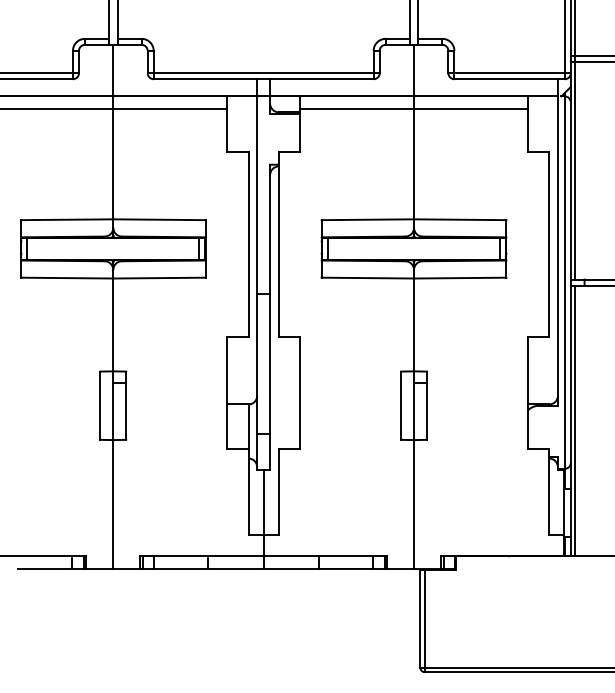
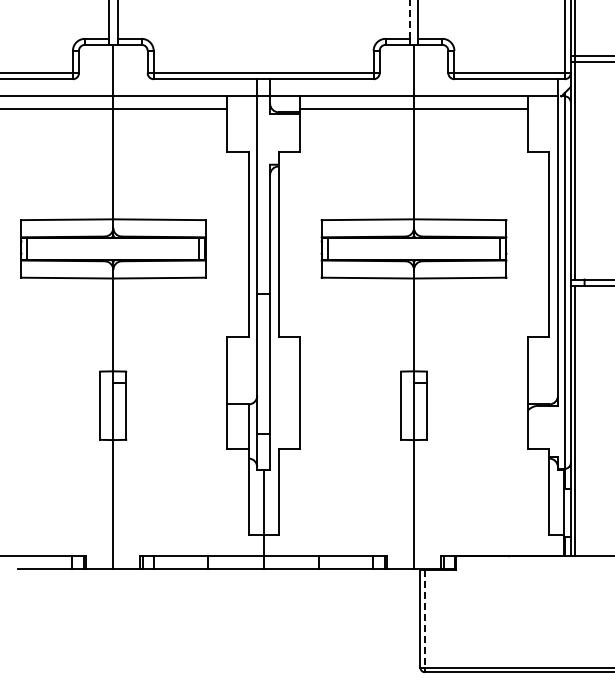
line at (409, 19): solid -> dashed
line at (424, 618): solid -> dashed
